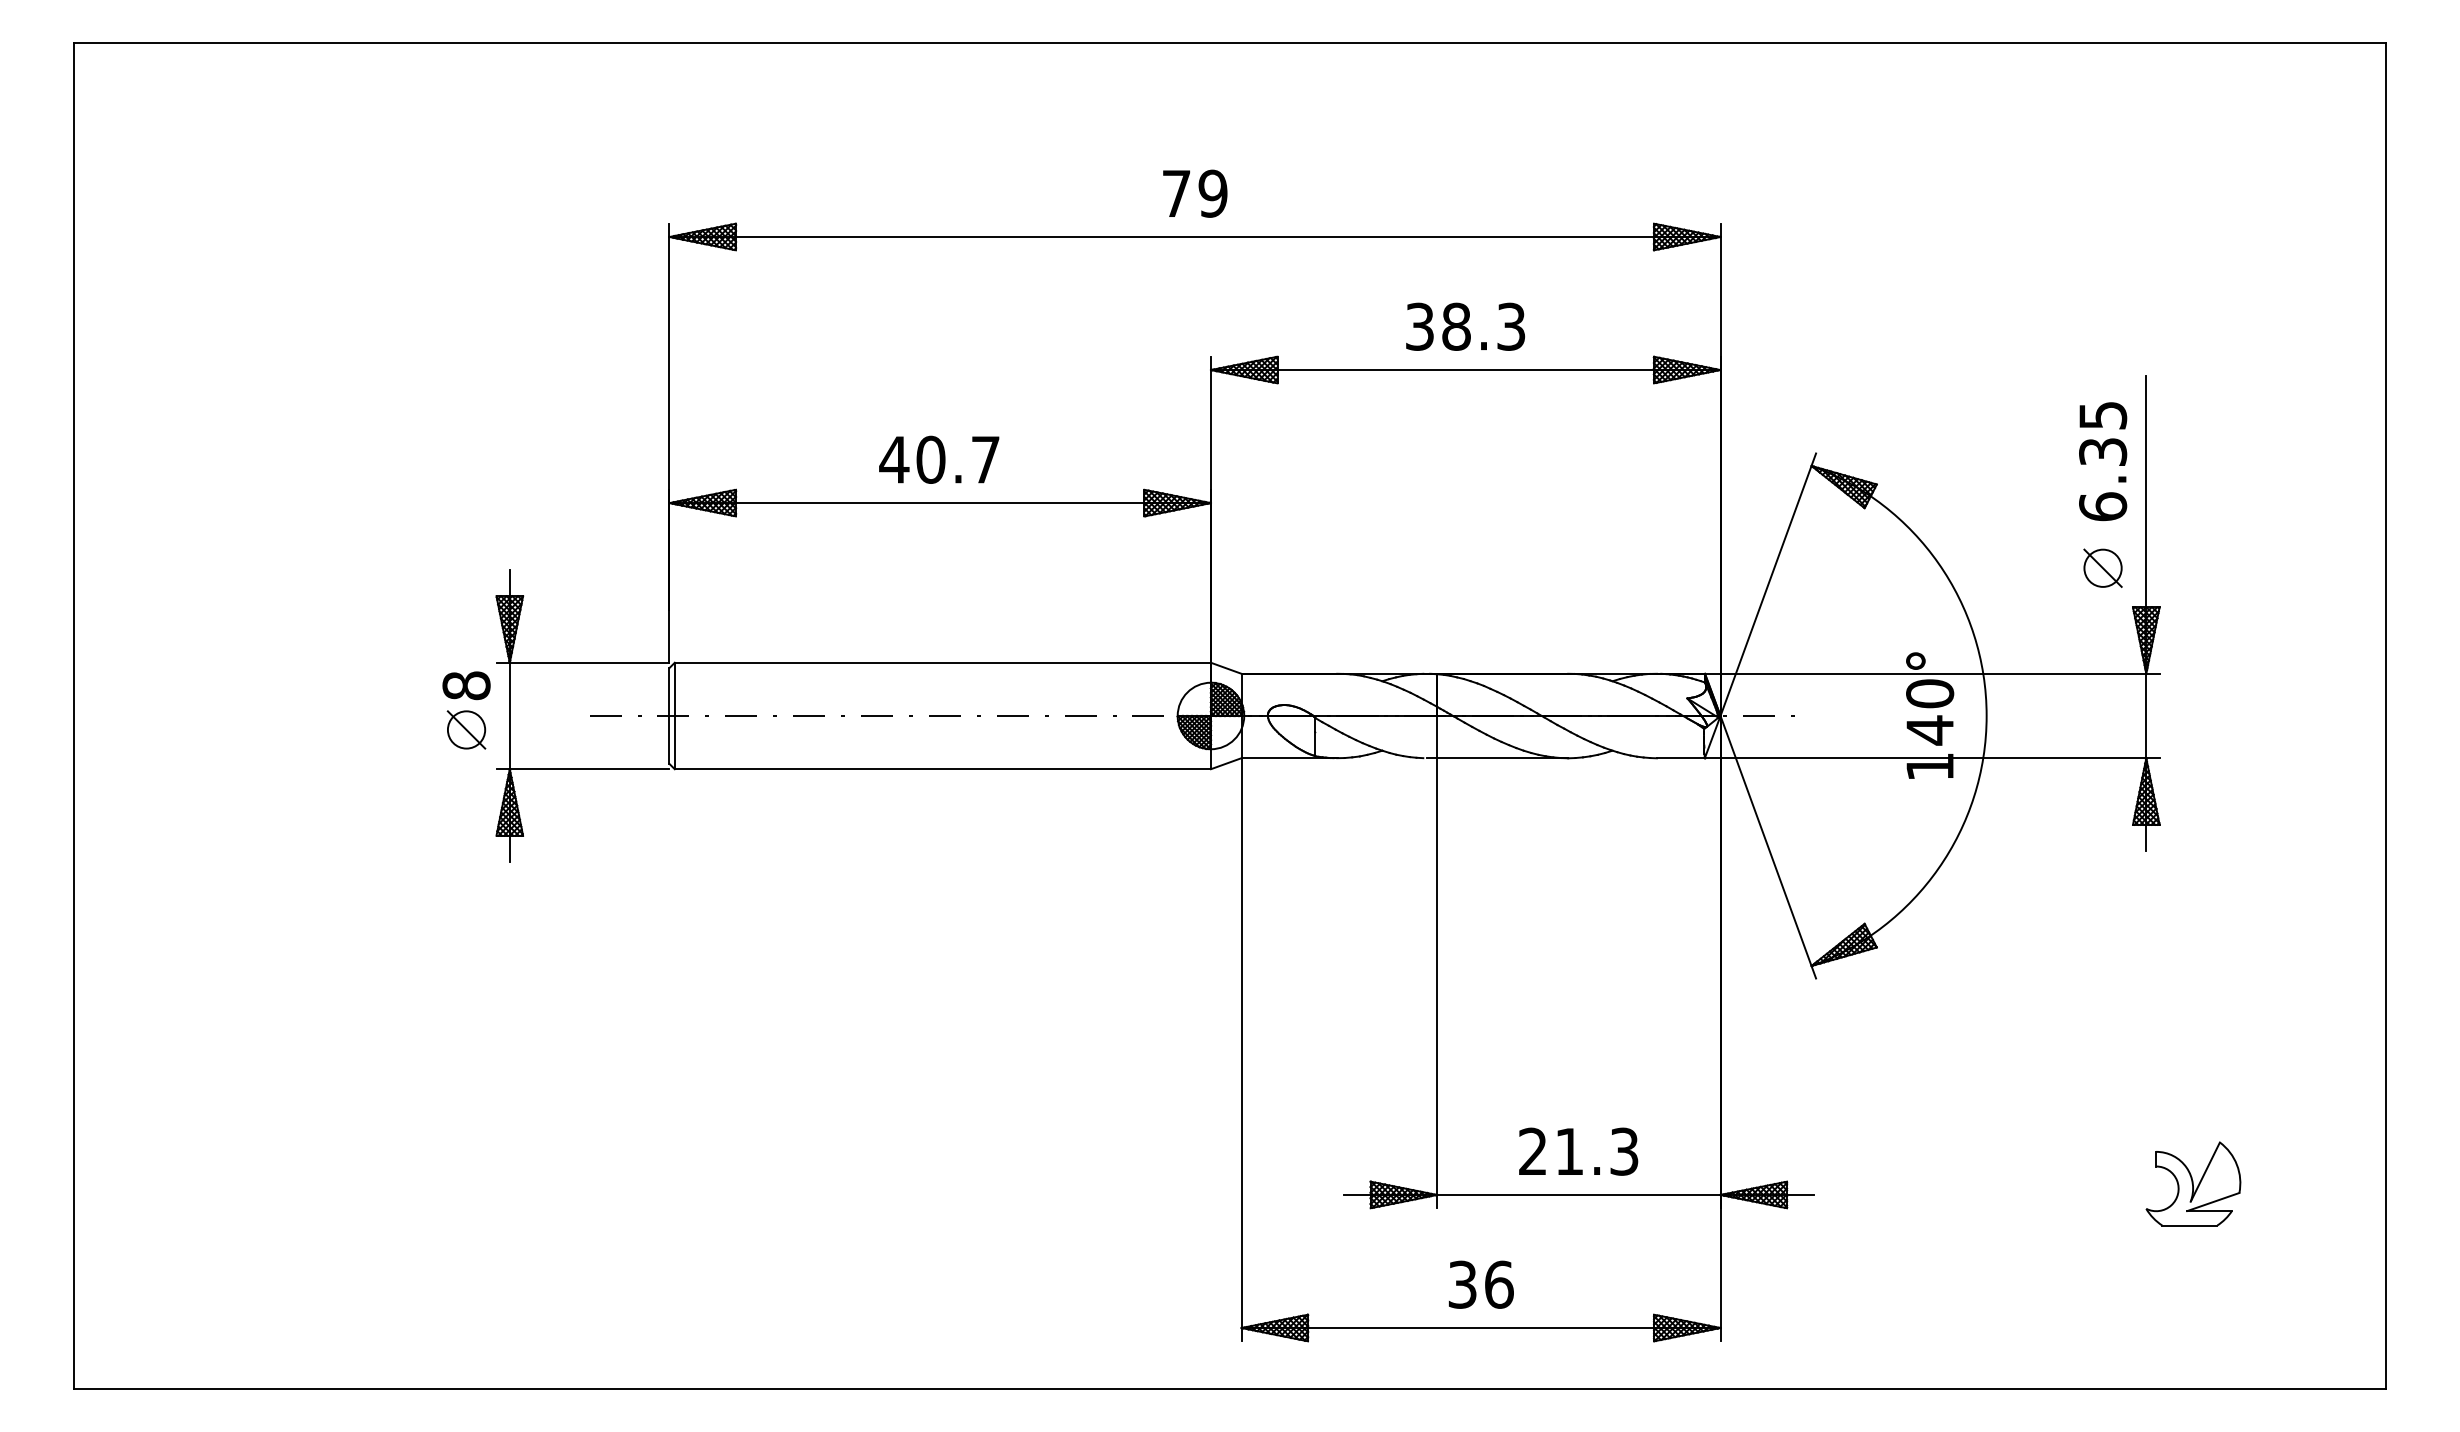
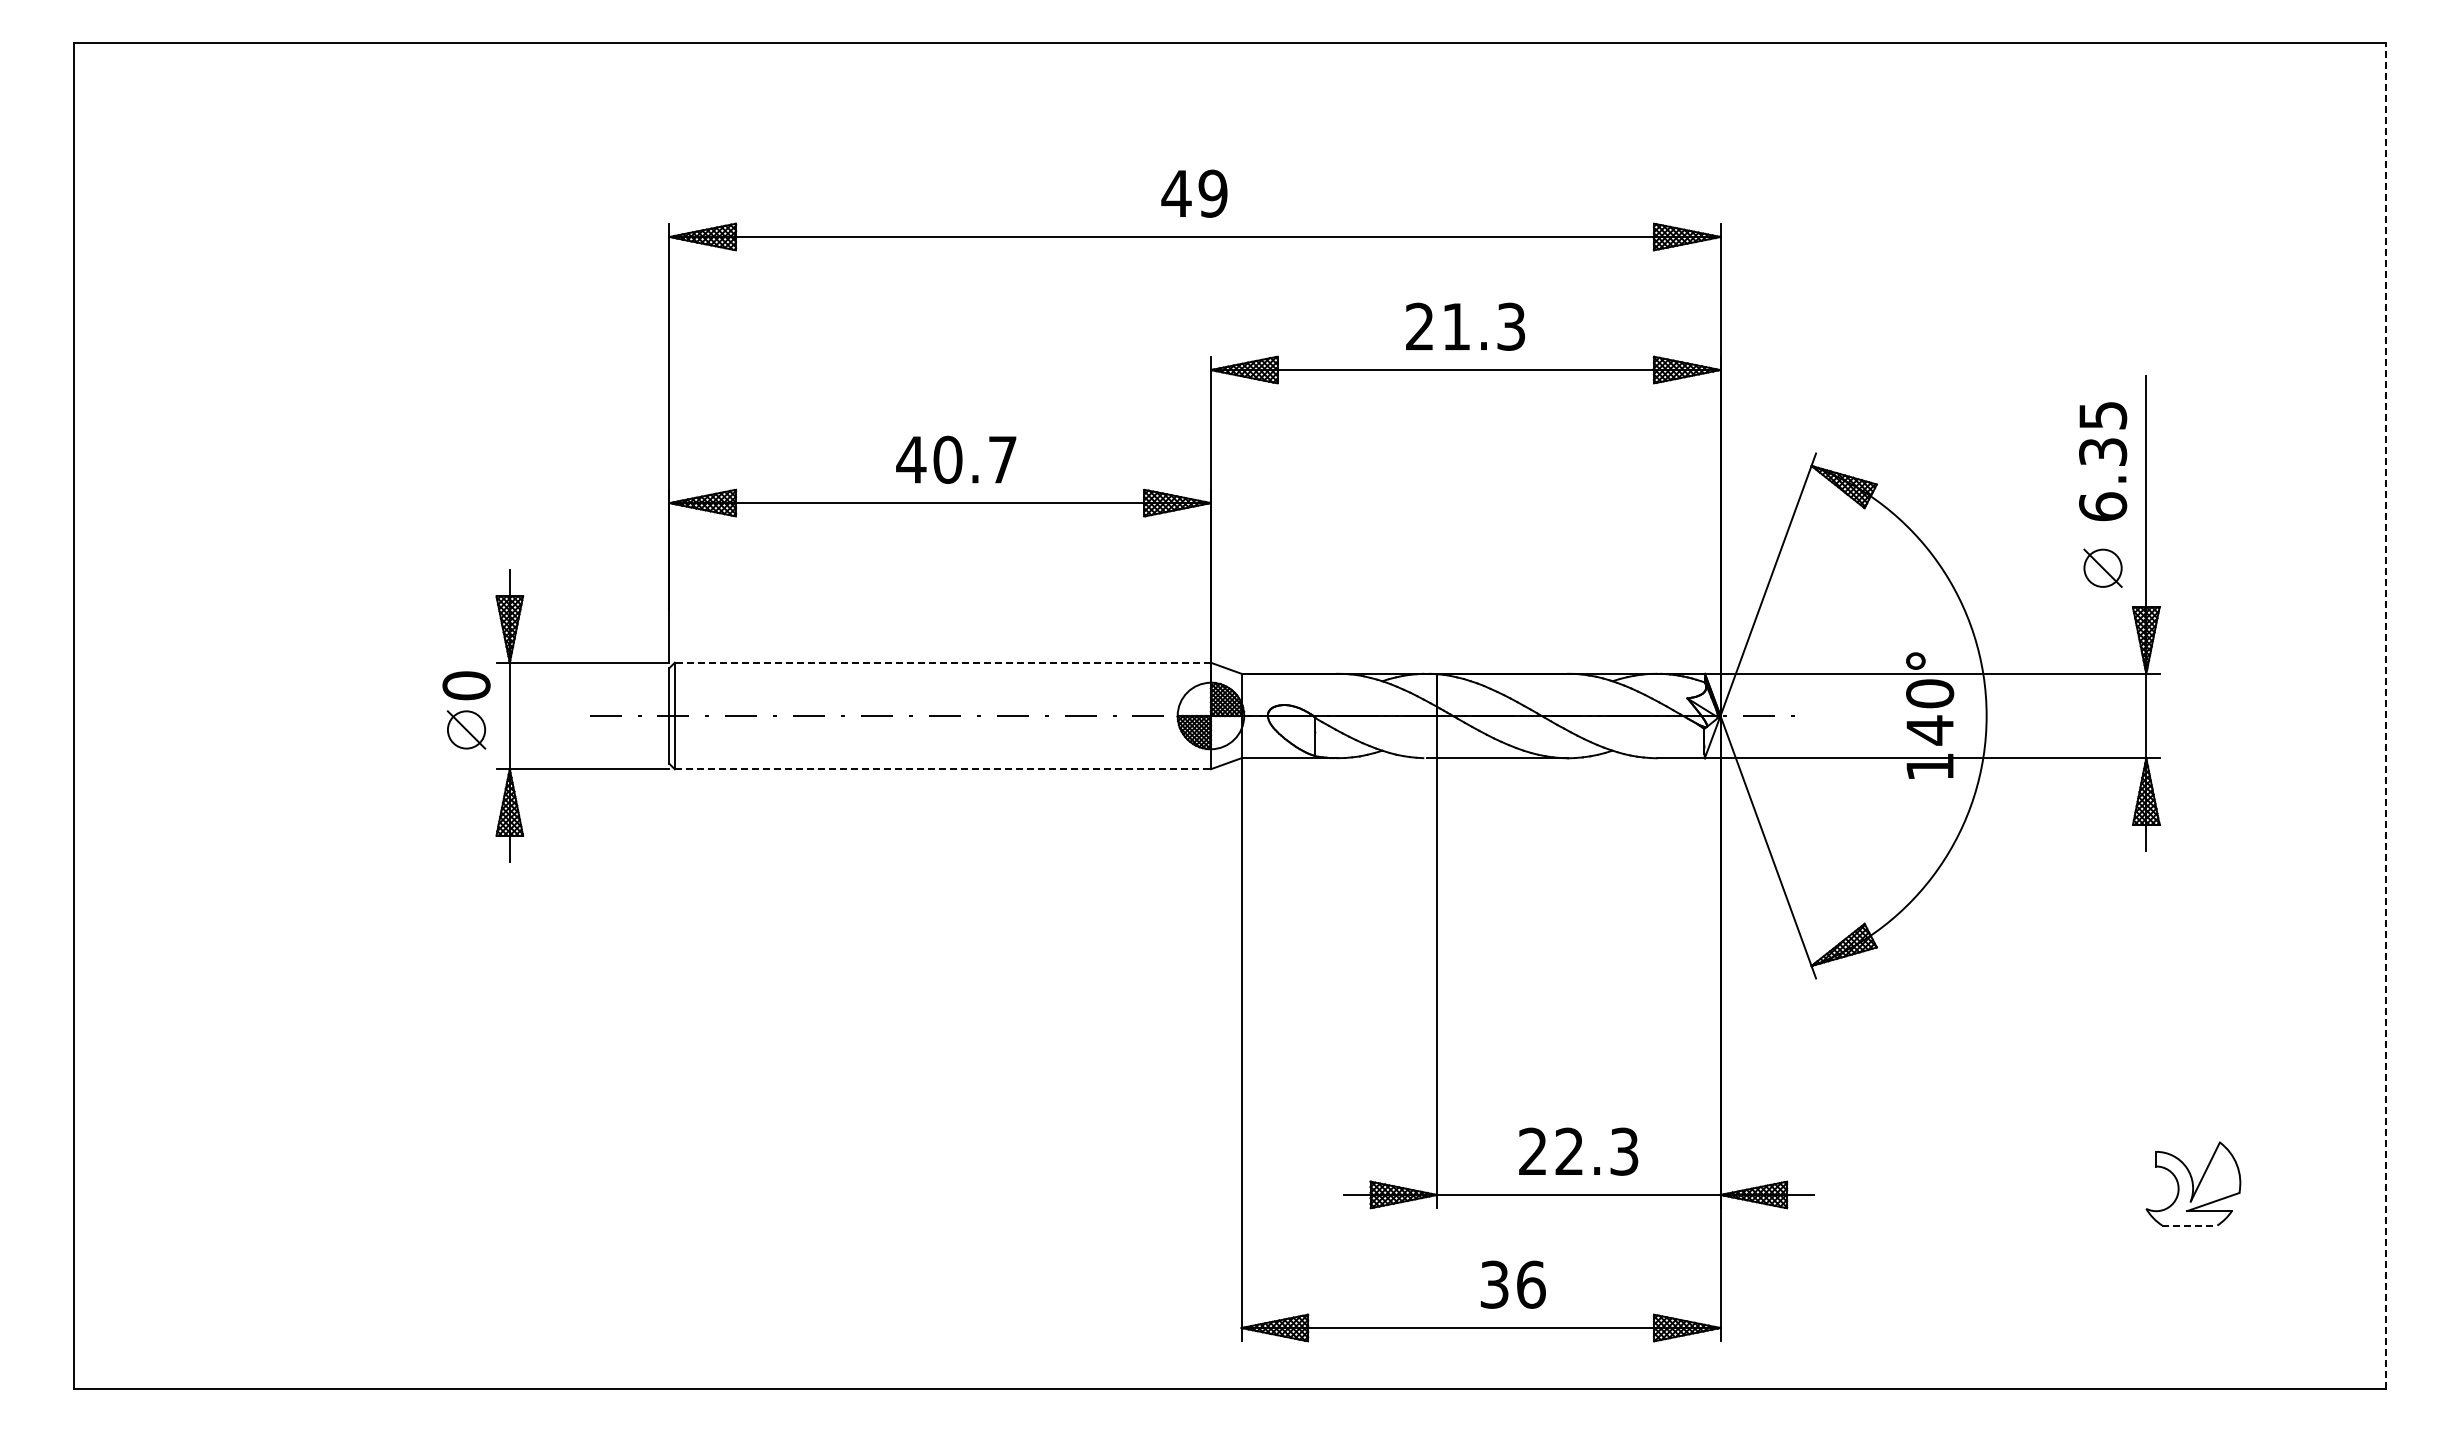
text at (1176, 193): 79 -> 49
text at (1438, 326): 38.3 -> 21.3
text at (939, 459) position: (939, 459) -> (956, 459)
line at (942, 662): solid -> dashed
text at (466, 685): 8 -> 0
line at (2386, 715): solid -> dashed
line at (943, 769): solid -> dashed
text at (1568, 1150): 21.3 -> 22.3
line at (2189, 1225): solid -> dashed
text at (1481, 1284) position: (1481, 1284) -> (1513, 1284)
